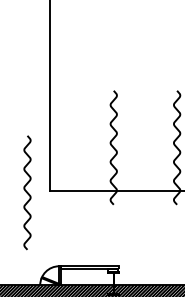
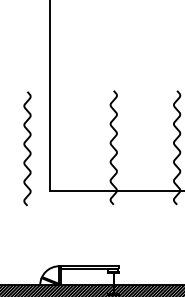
curve at (27, 192) position: (27, 192) -> (27, 148)
